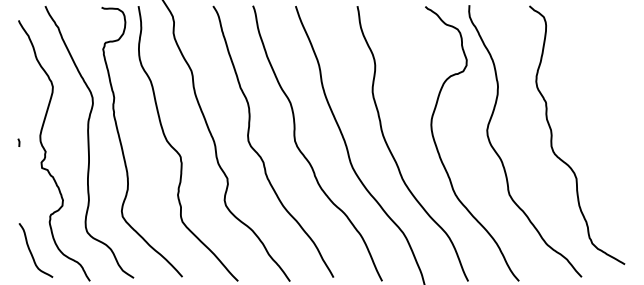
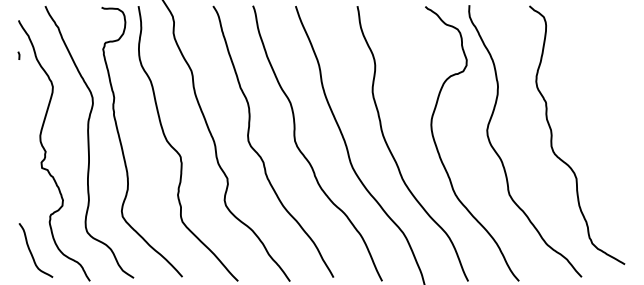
line at (18, 142) position: (18, 142) -> (18, 55)
